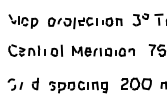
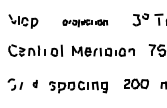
part at (85, 23) size: 75x13 px -> 47x9 px
part at (34, 83) size: 8x14 px -> 6x10 px
part at (136, 83) size: 31x14 px -> 25x12 px
